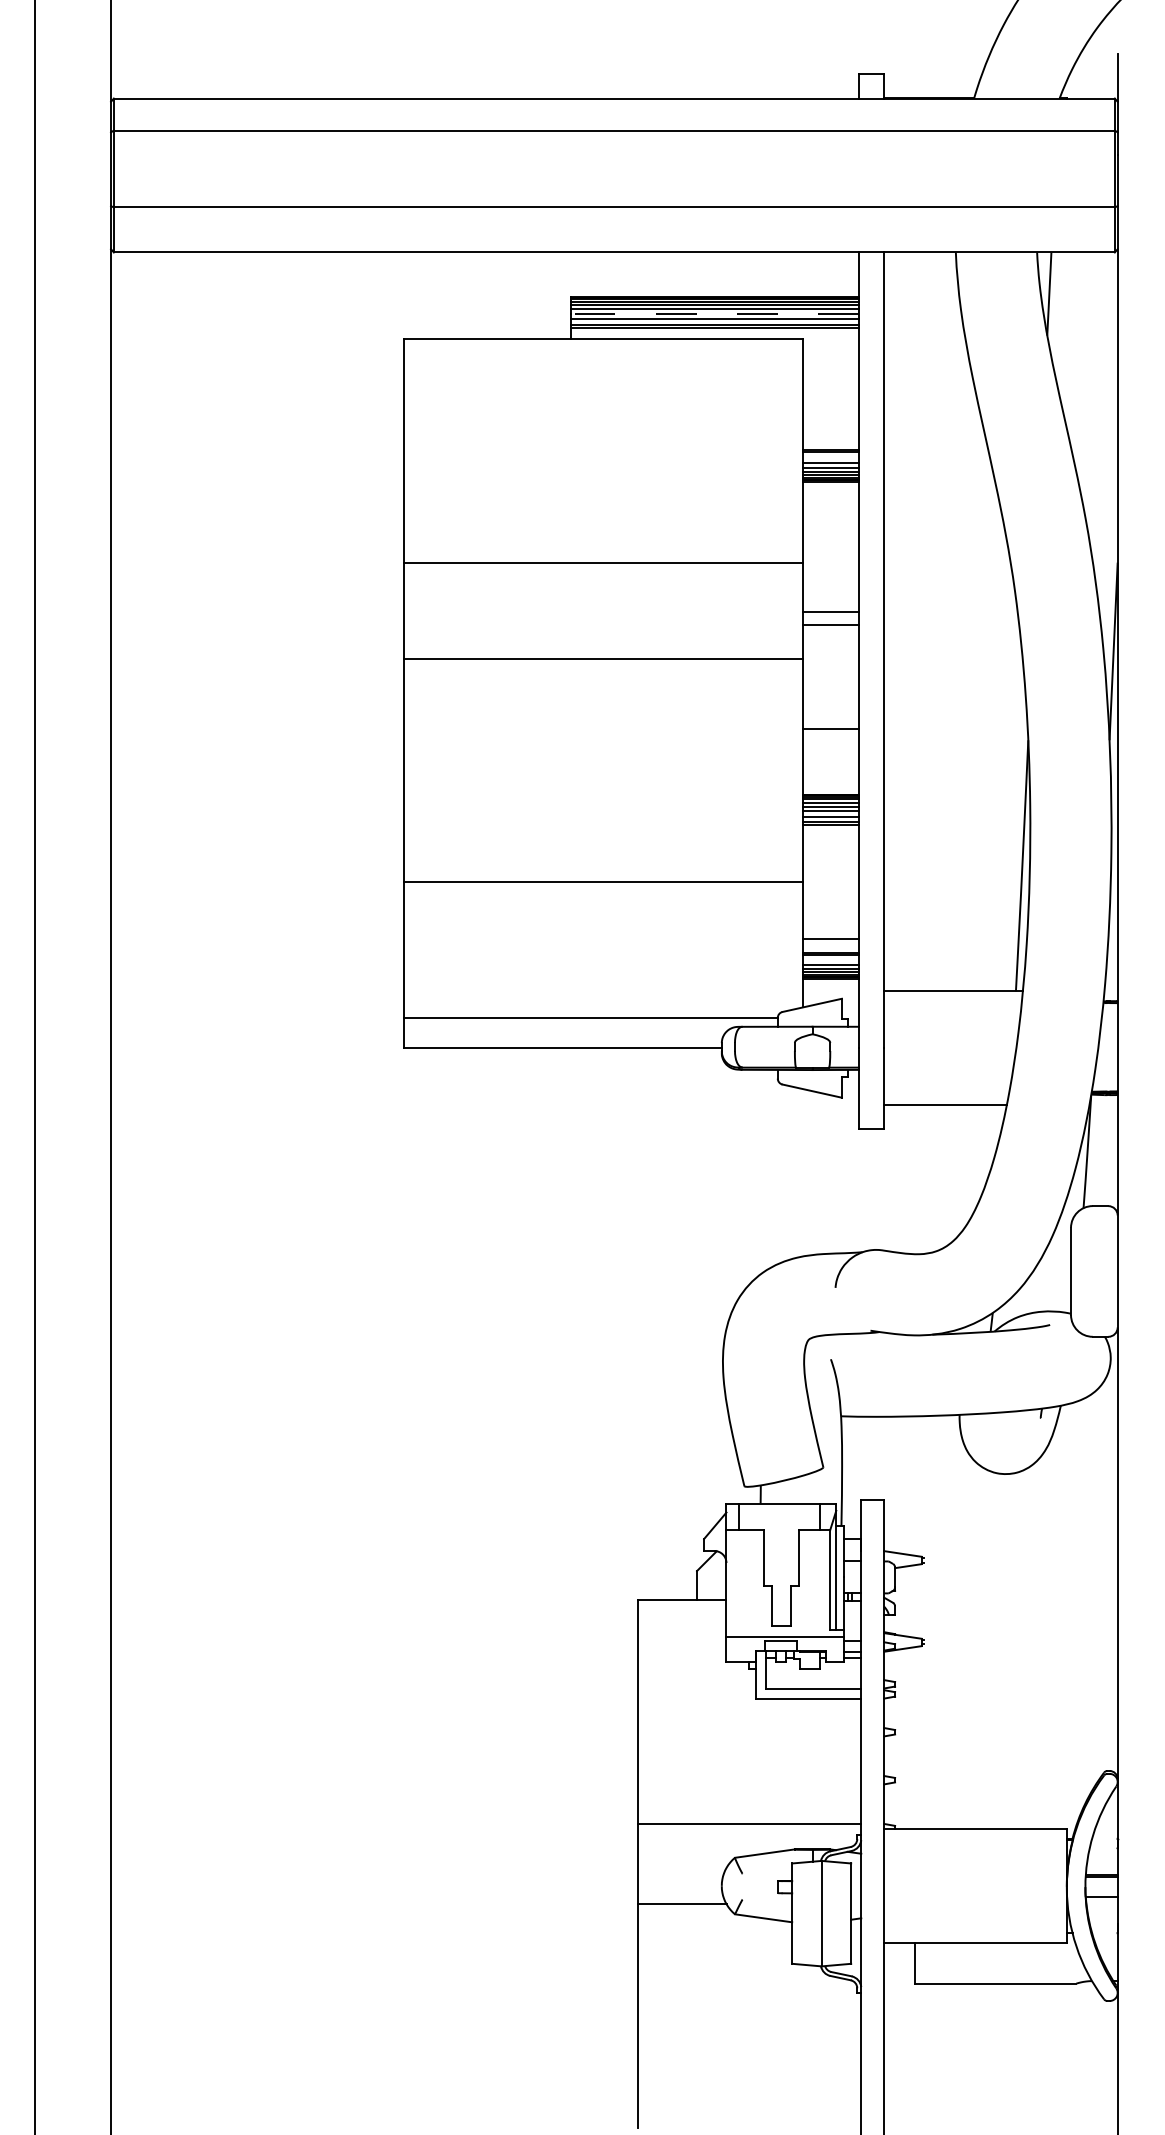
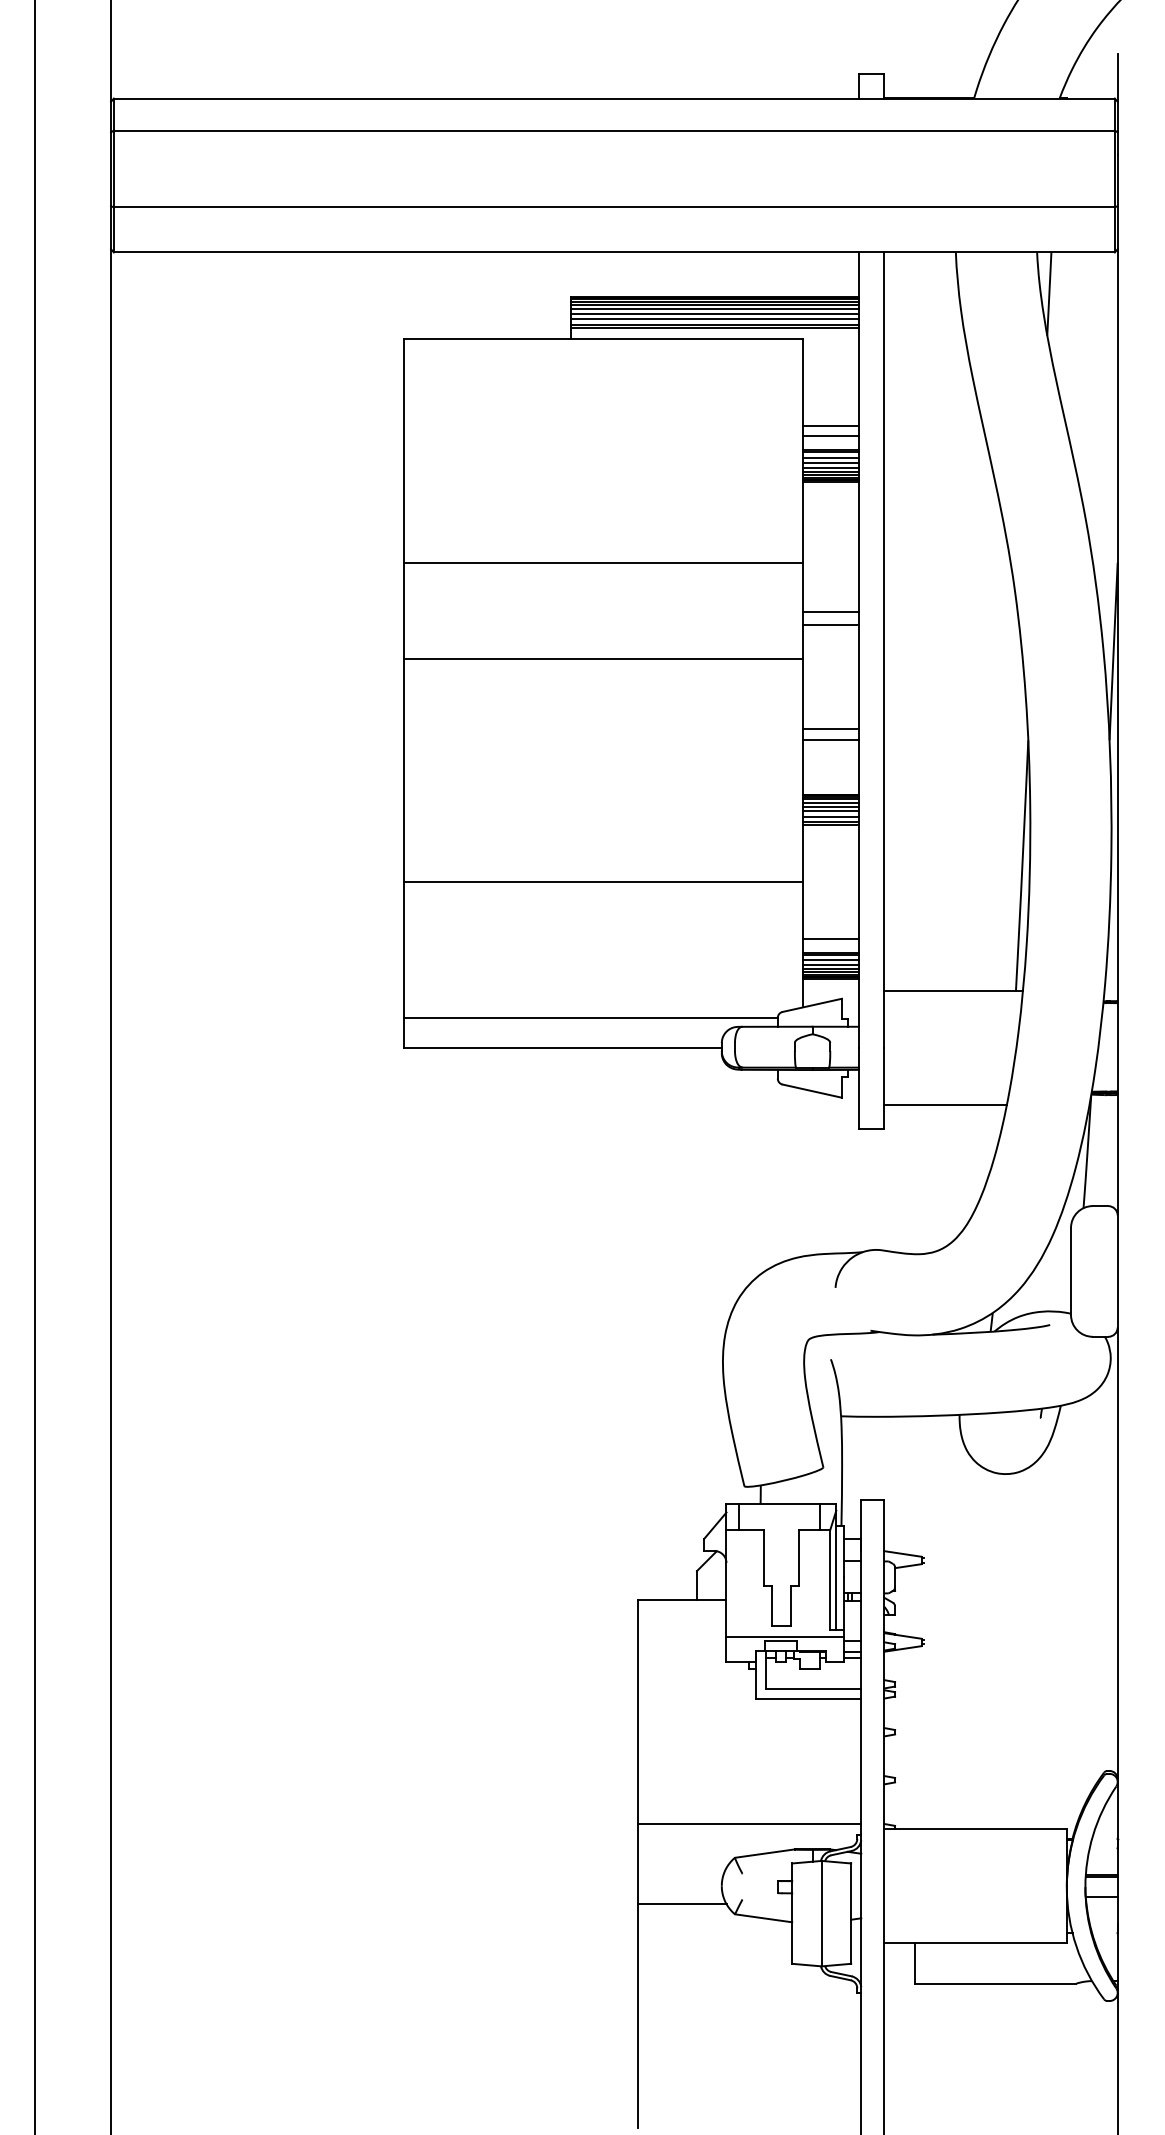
line at (714, 314): dashed -> solid
line at (831, 425): none -> present
line at (831, 436): none -> present
line at (831, 457): none -> present
line at (831, 739): none -> present
line at (831, 960): none -> present
